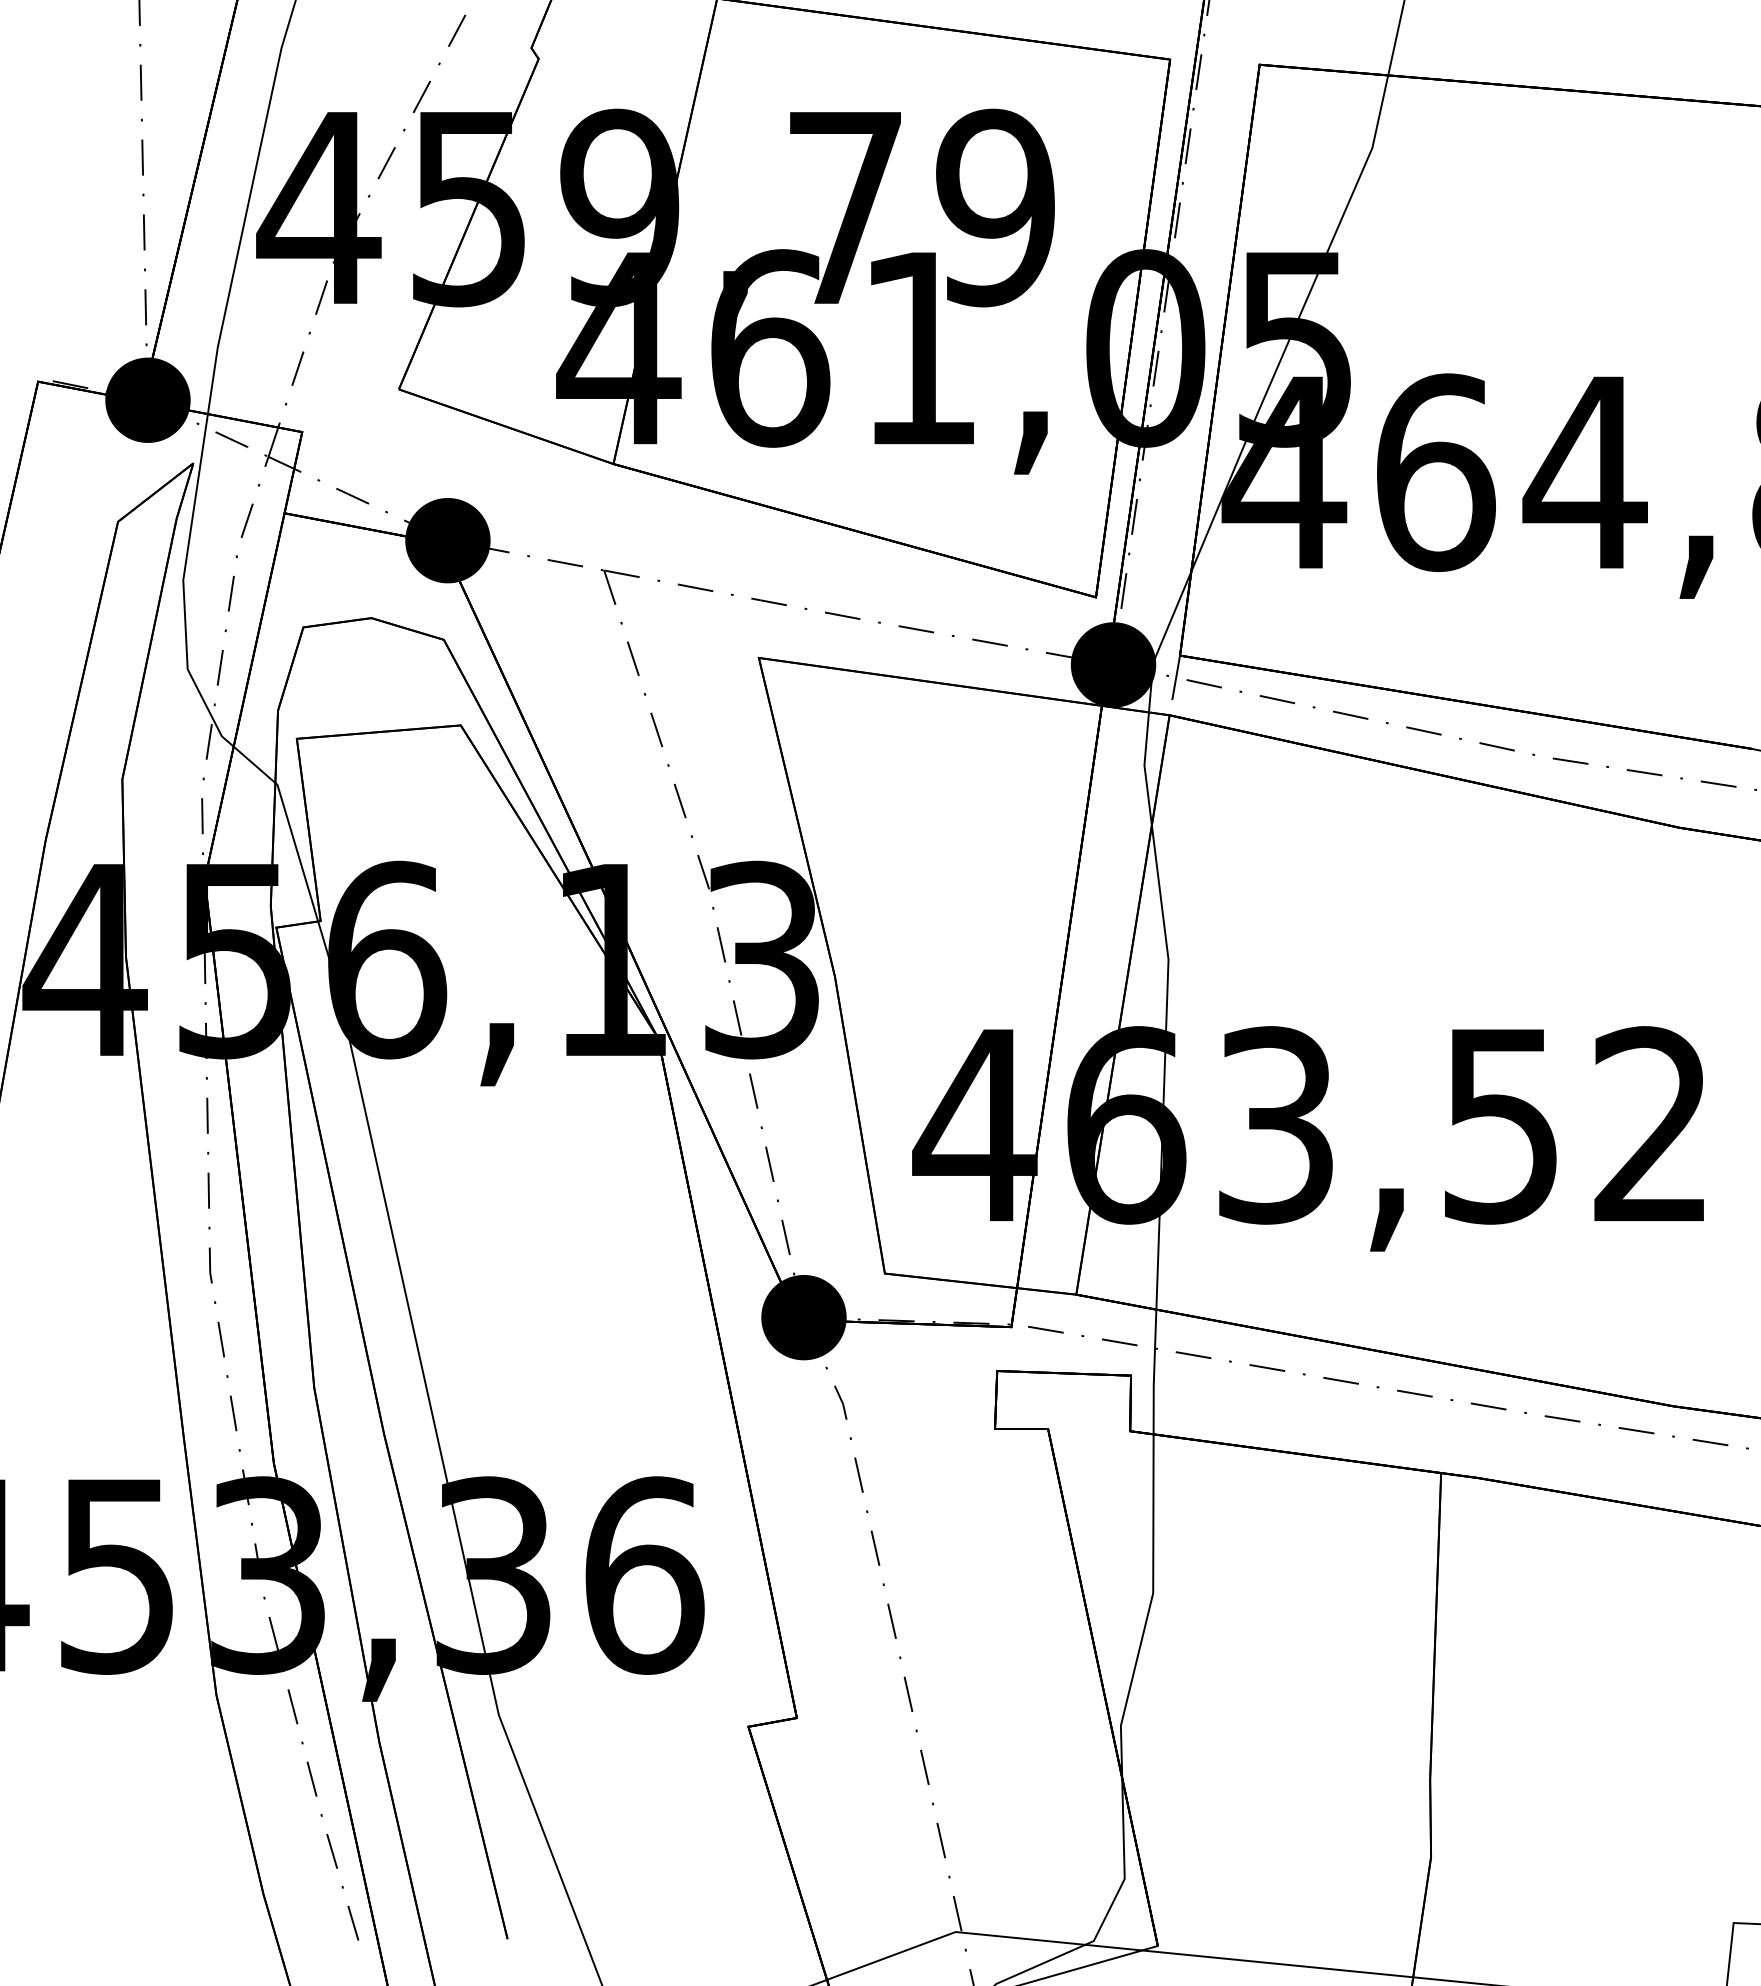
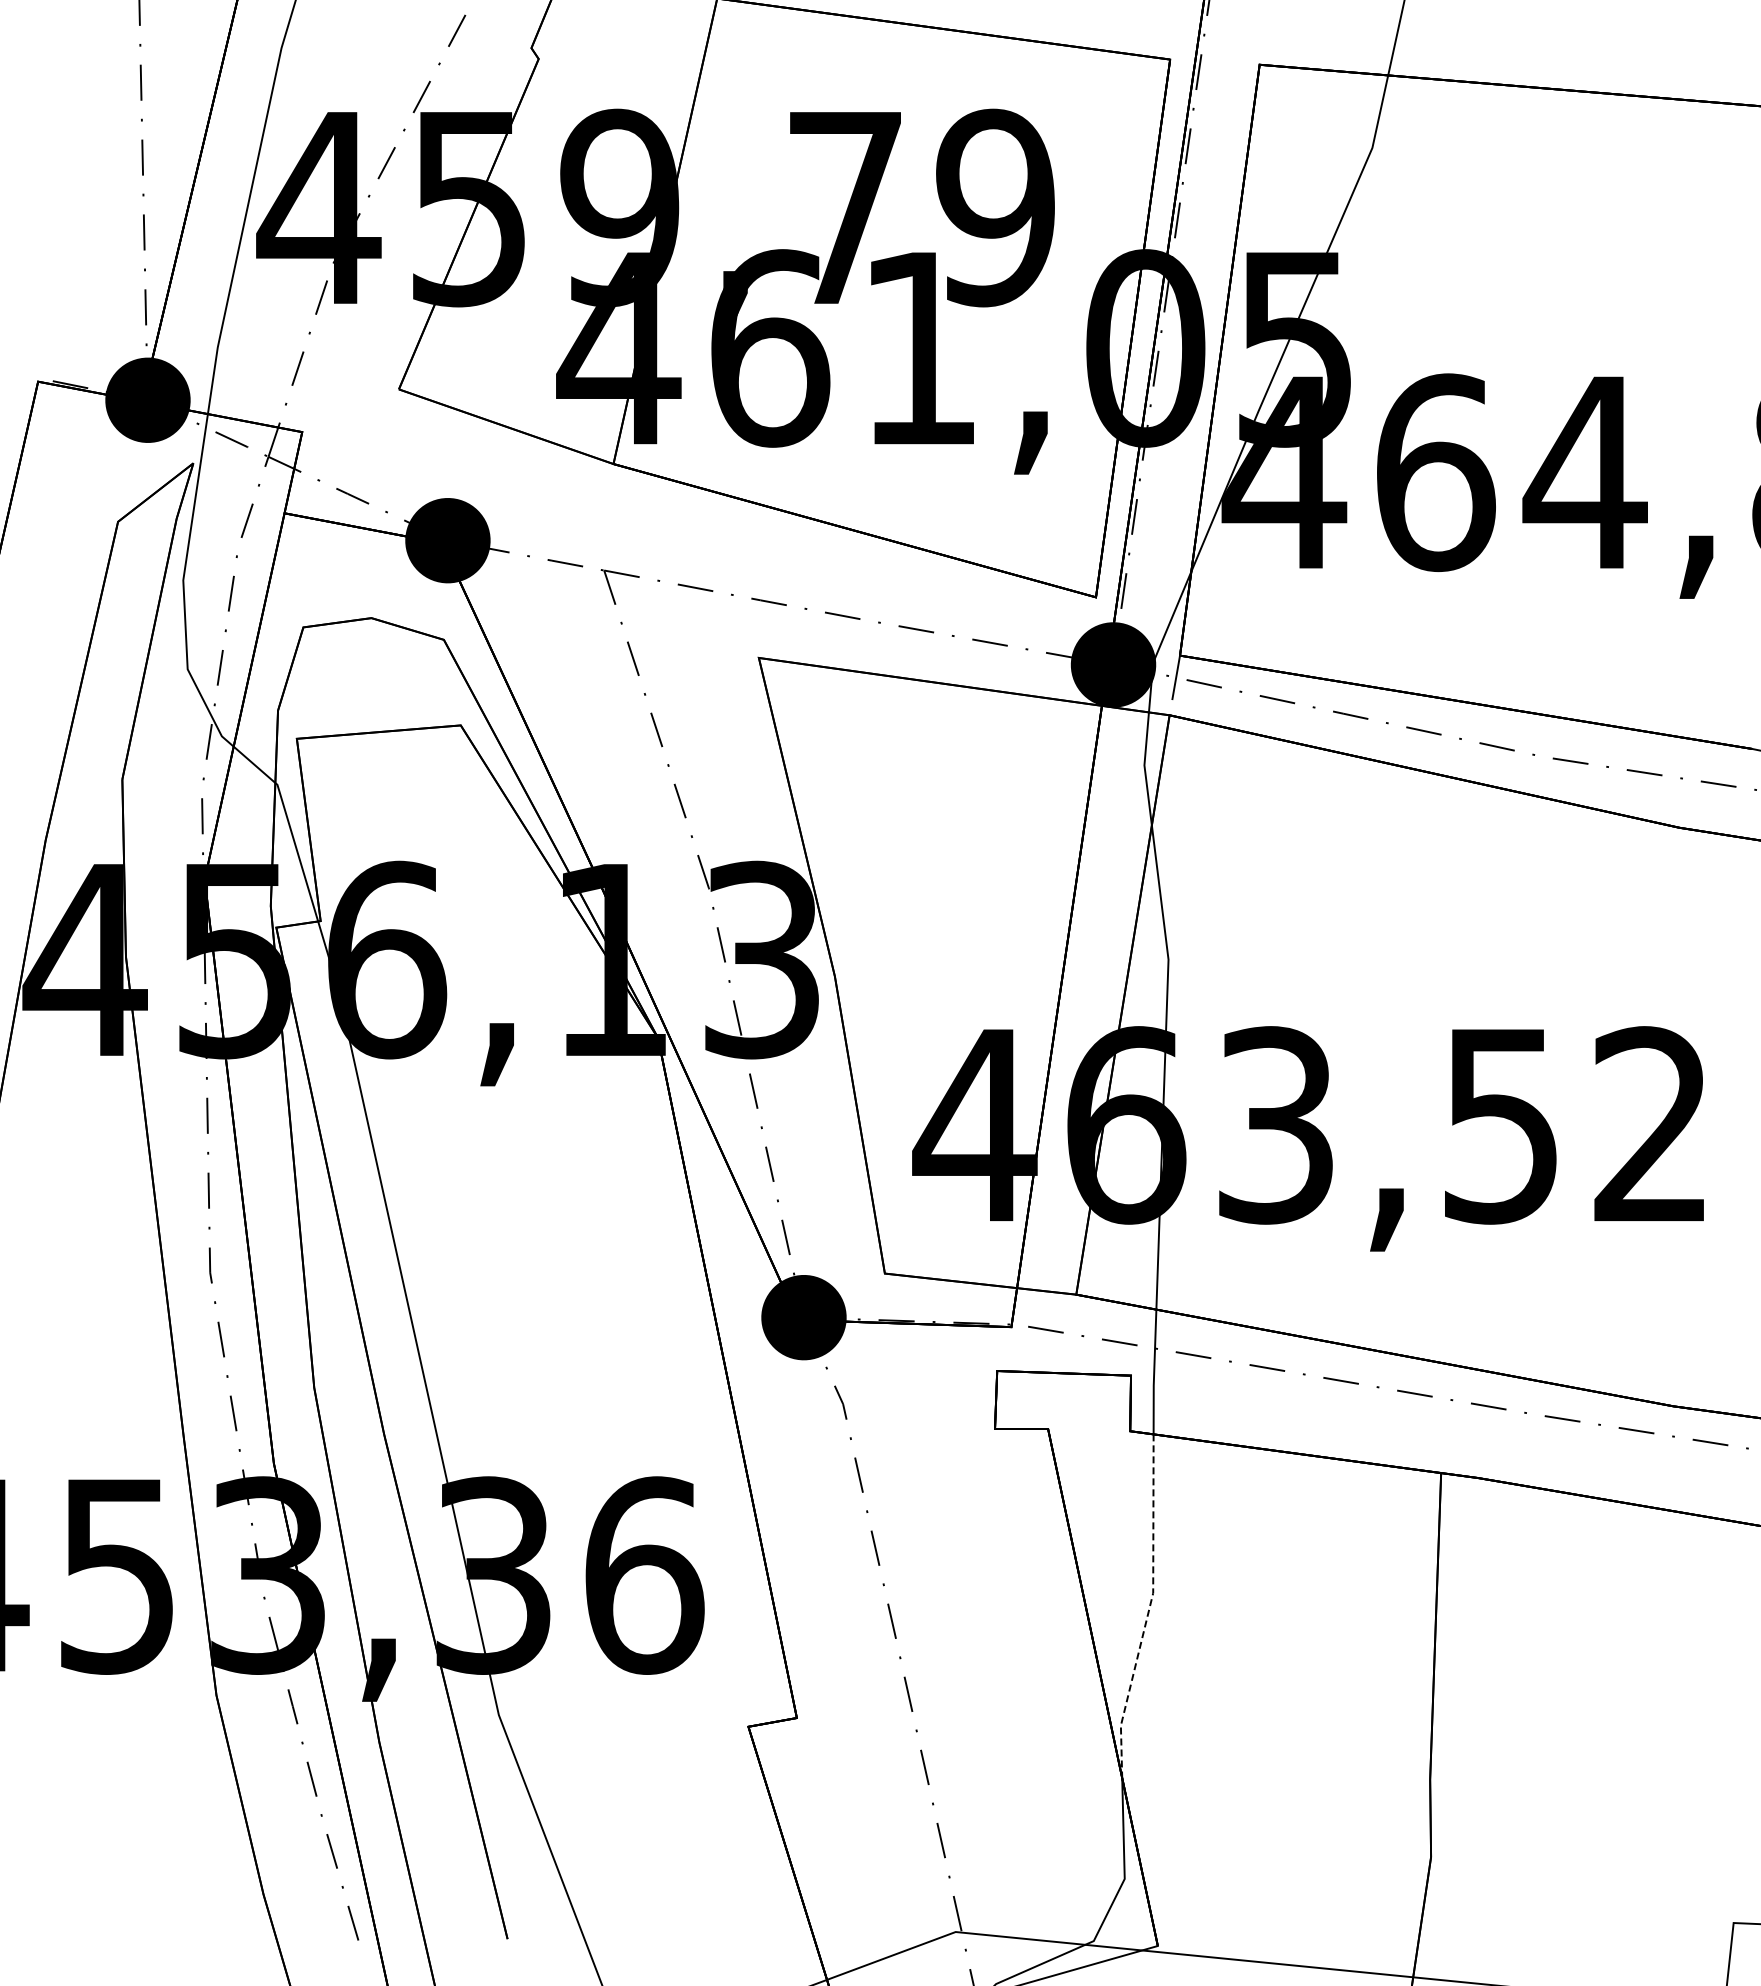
line at (1149, 1608): solid -> dashed
